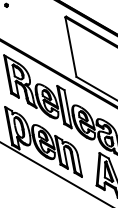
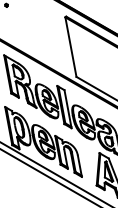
line at (49, 177): none -> present
